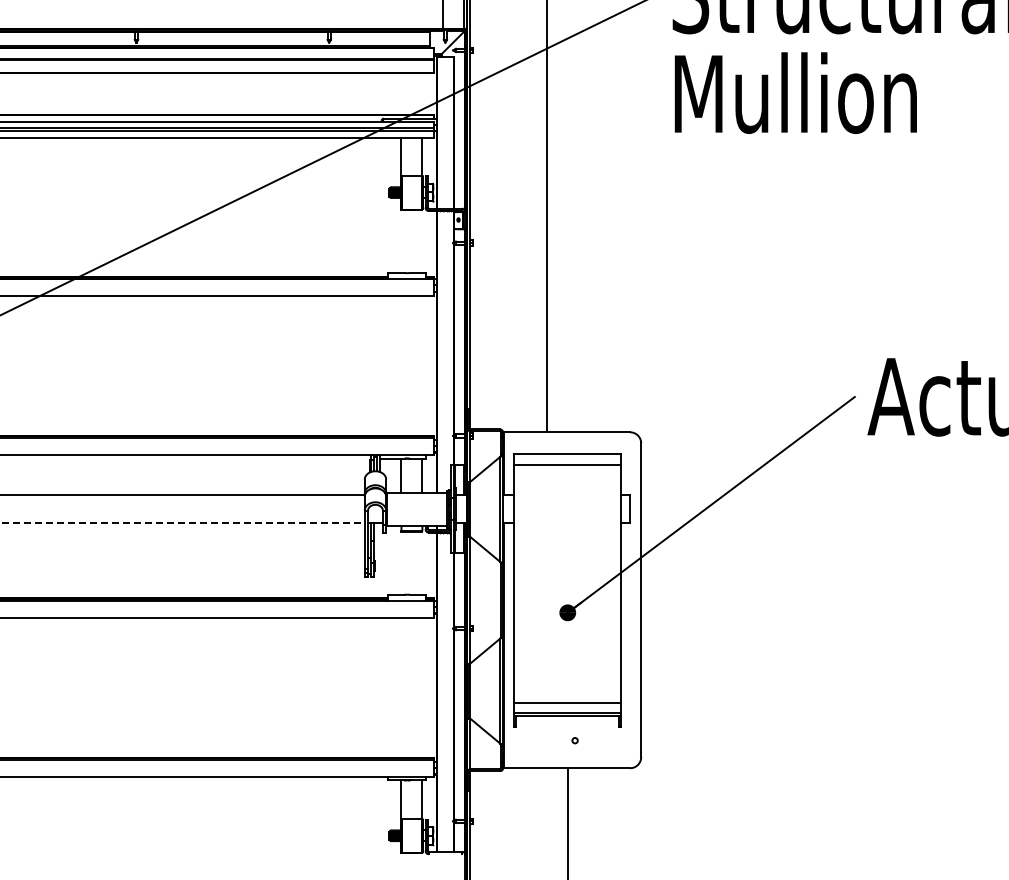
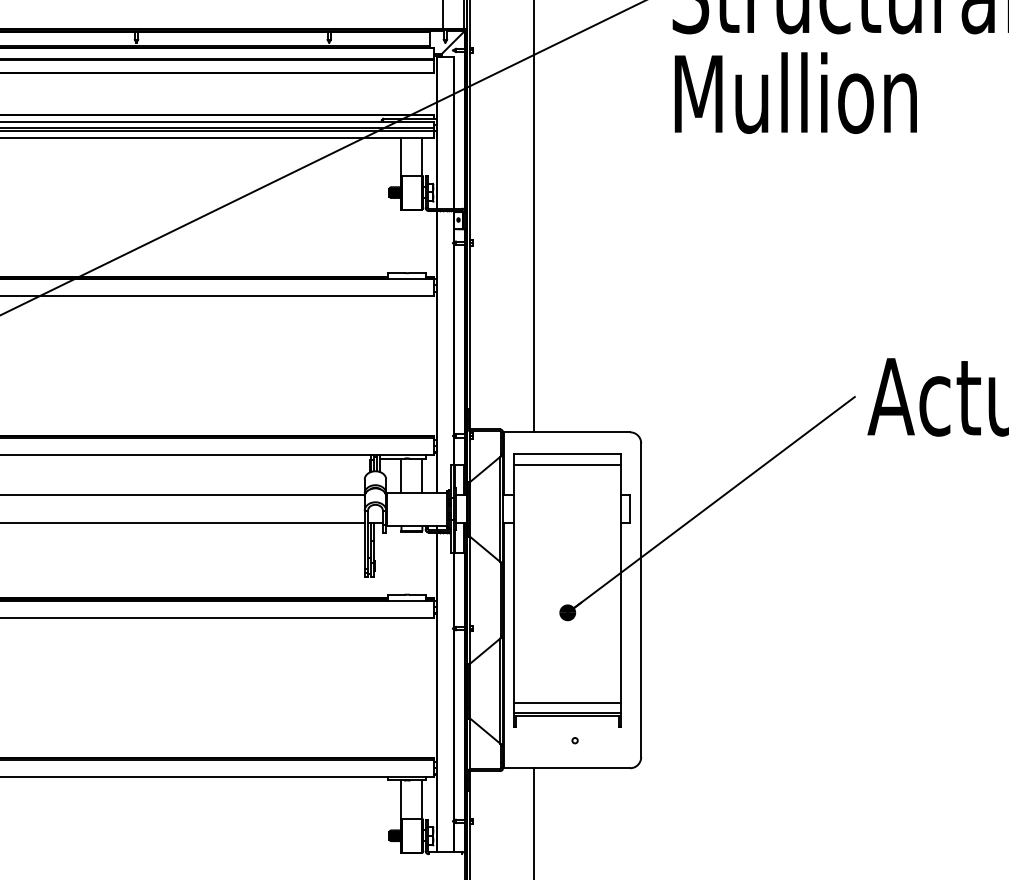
line at (546, 217) position: (546, 217) -> (533, 217)
line at (182, 523): dashed -> solid
line at (567, 822) position: (567, 822) -> (533, 822)
